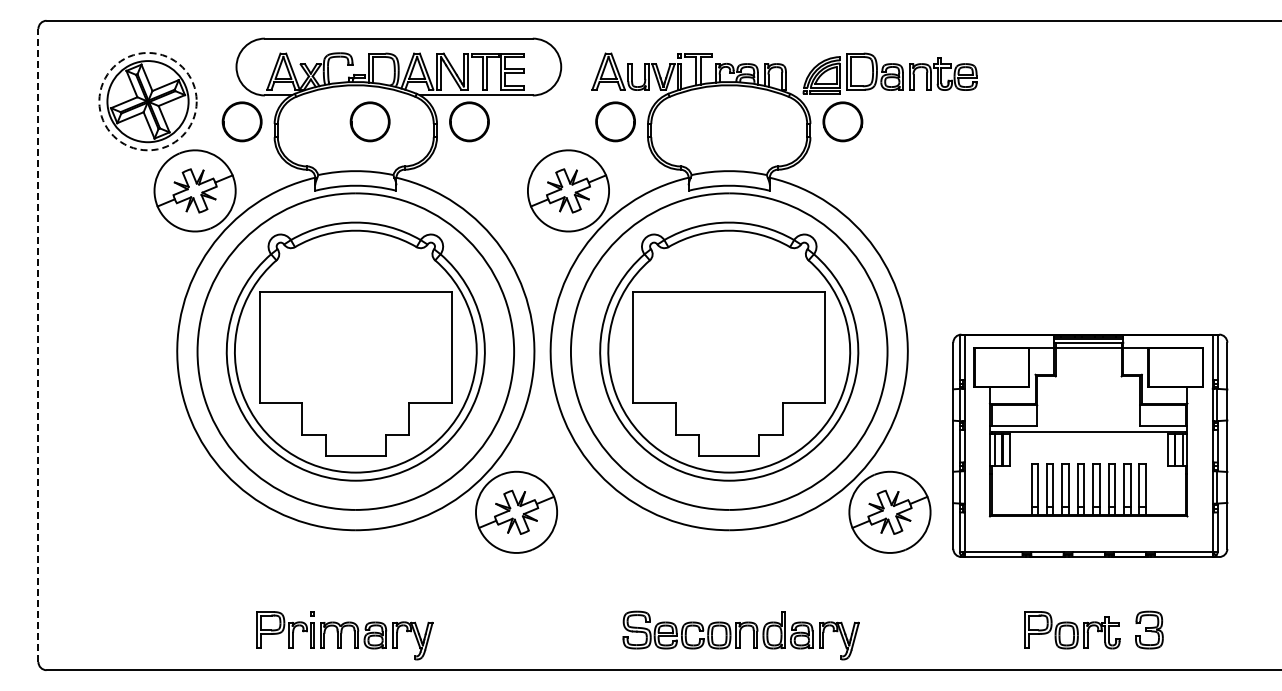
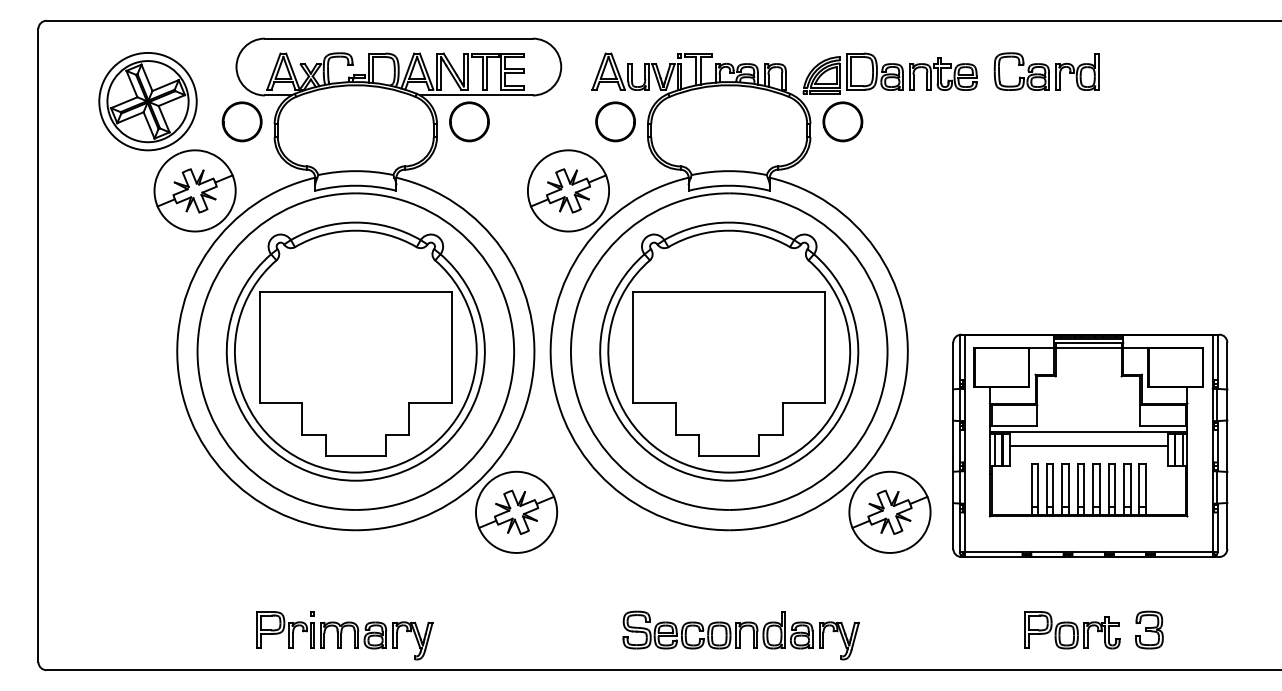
part at (1046, 71): none -> present
circle at (147, 101): dashed -> solid
part at (369, 121): present -> none
line at (38, 345): dashed -> solid
line at (1088, 446): none -> present
